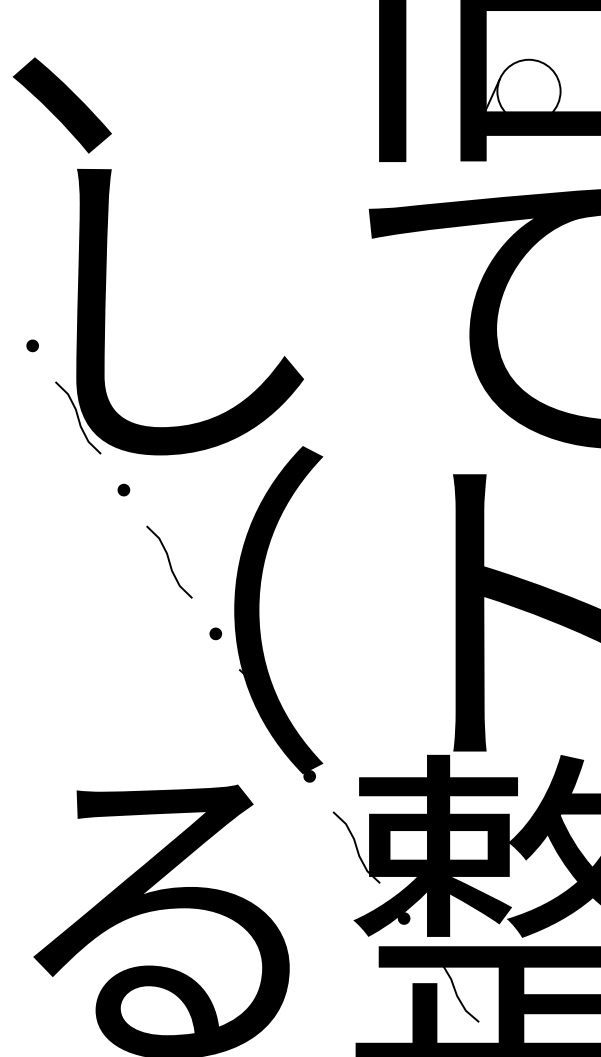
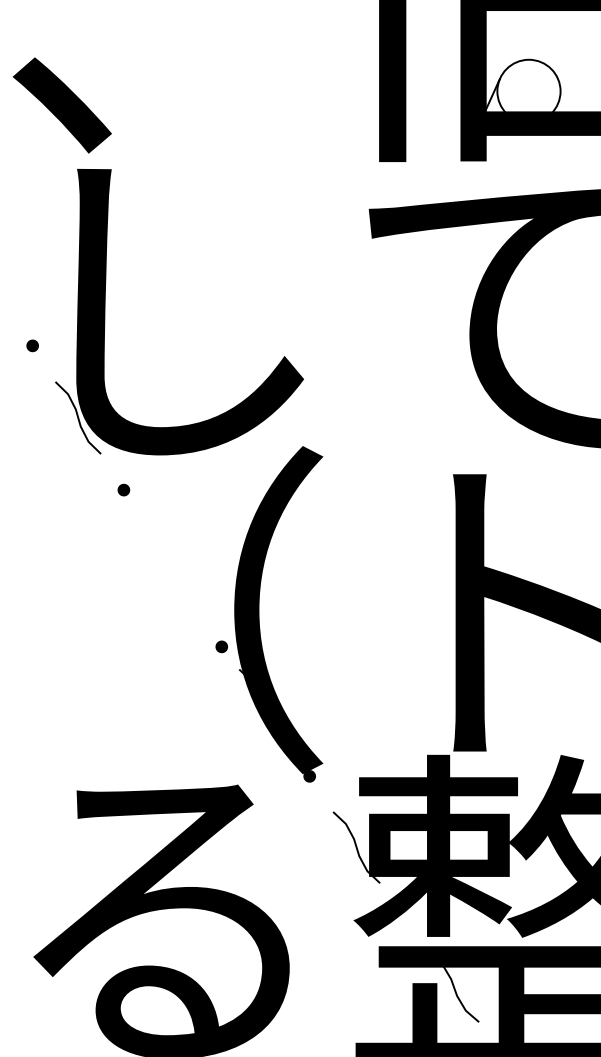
curve at (169, 561): present -> none
part at (215, 633) position: (215, 633) -> (221, 646)
fill at (403, 918): present -> none
